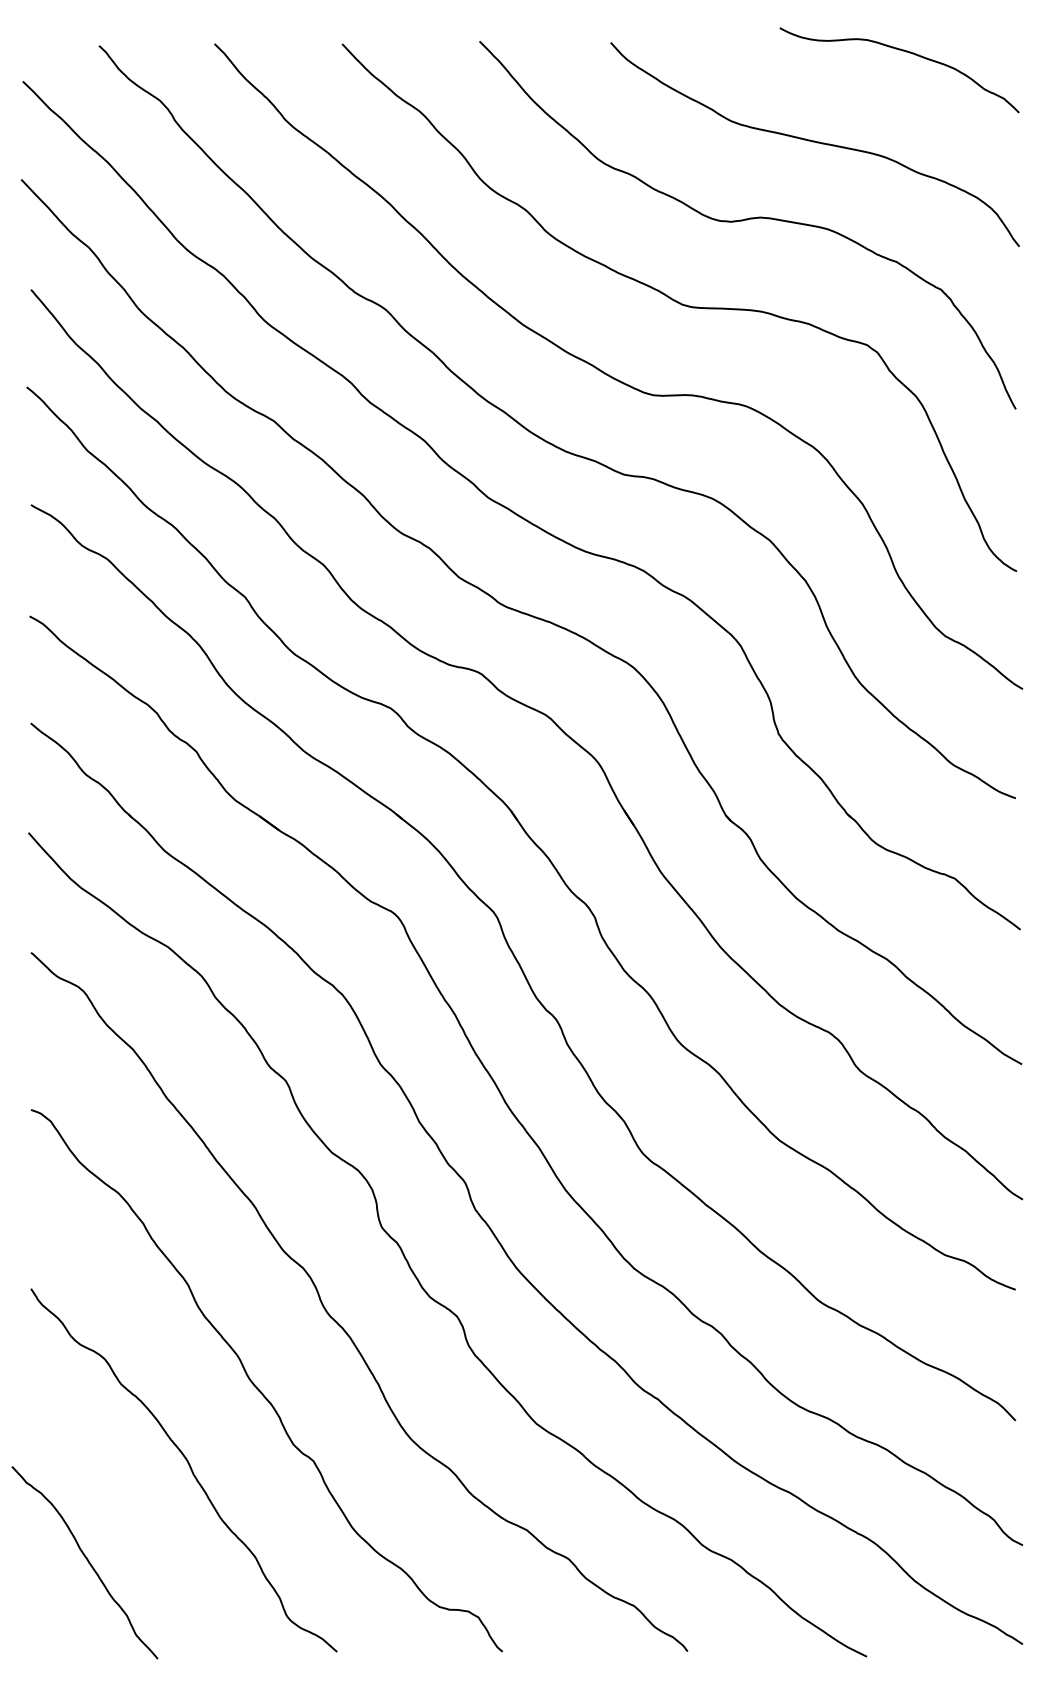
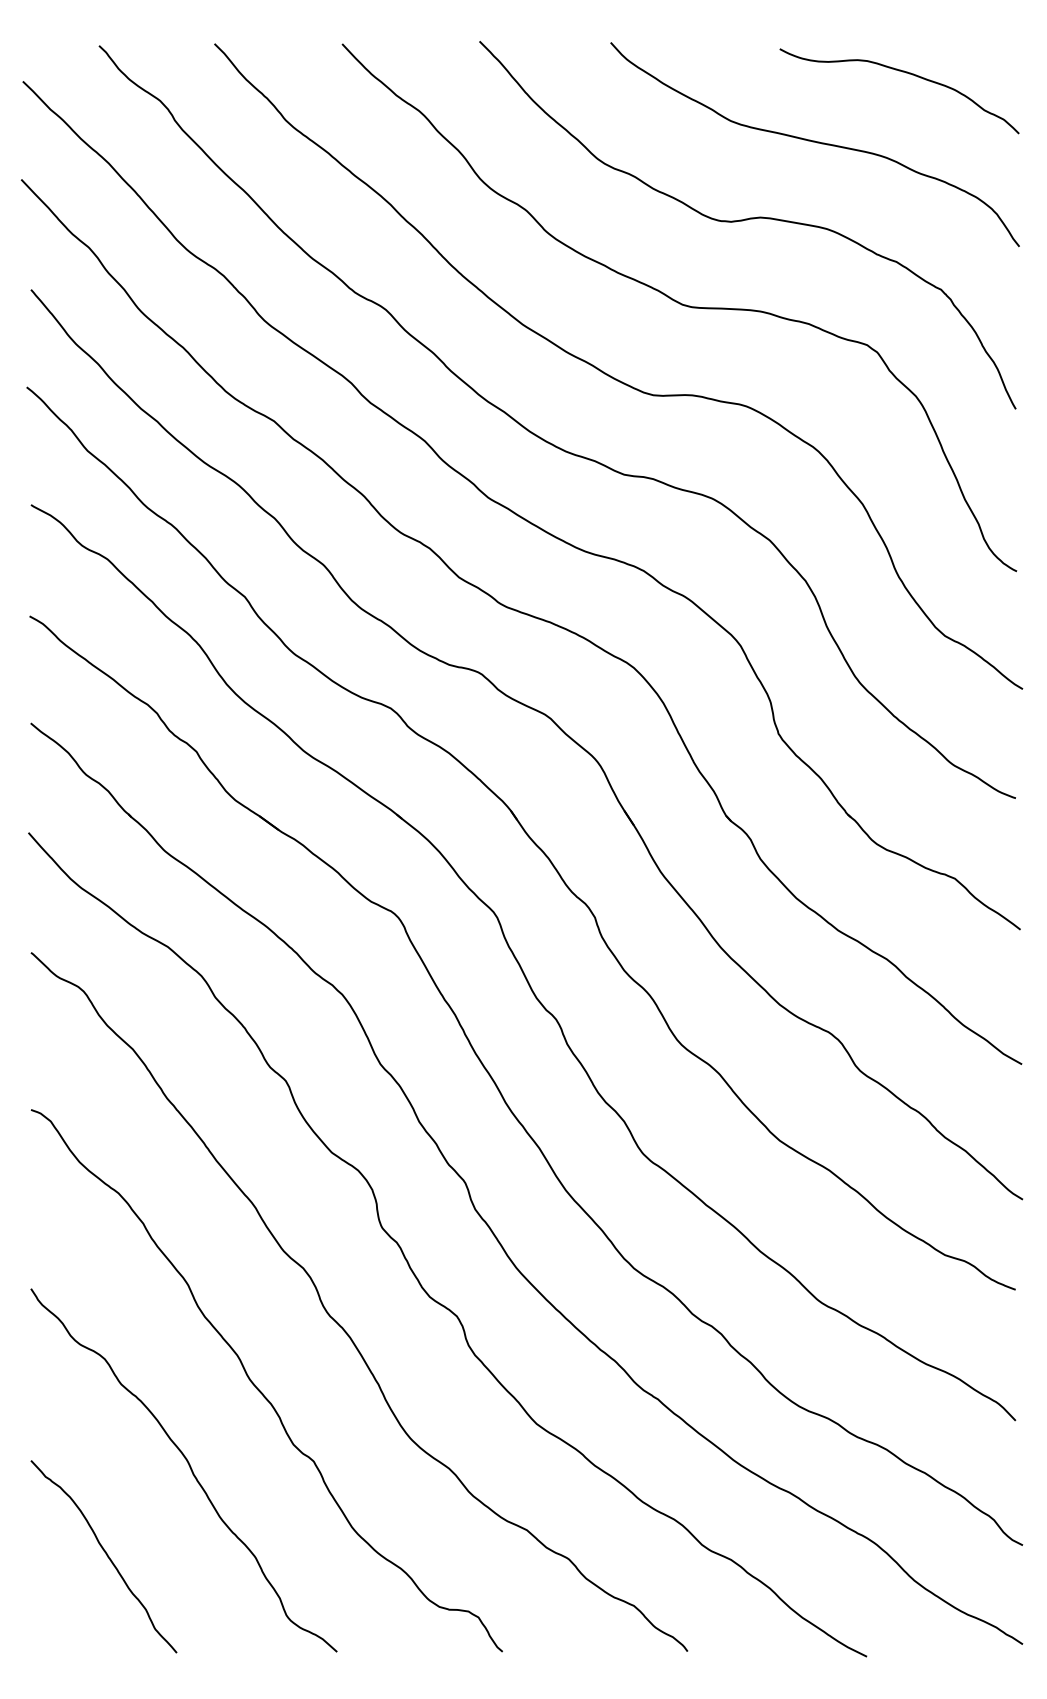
curve at (902, 51) position: (902, 51) -> (902, 72)
curve at (86, 1560) position: (86, 1560) -> (105, 1554)
